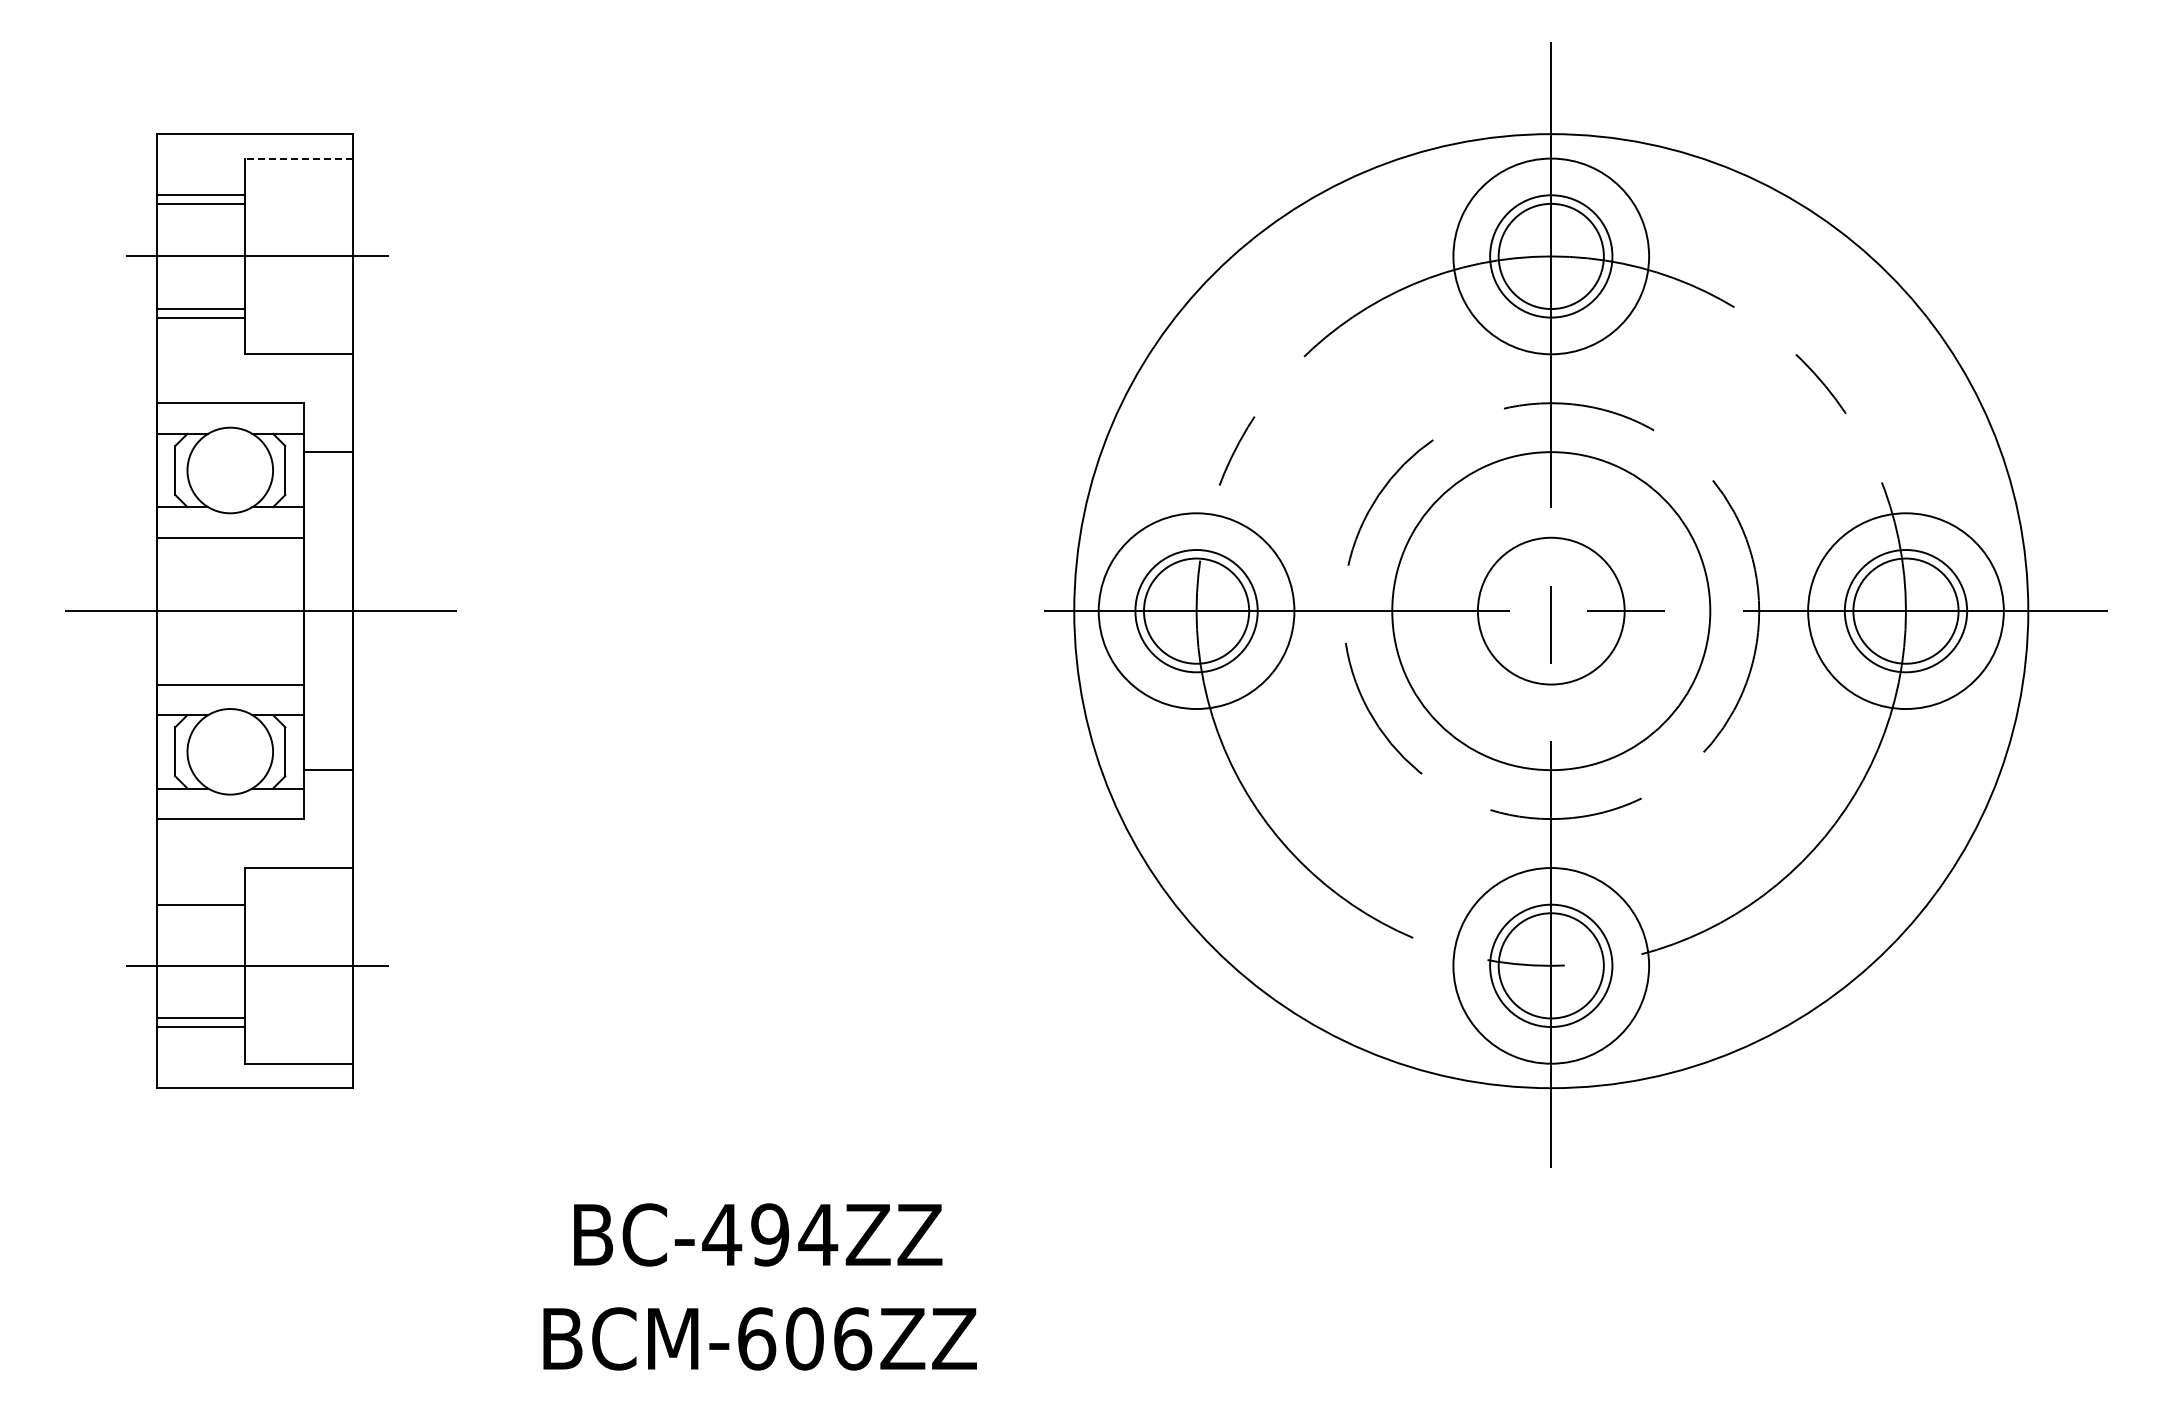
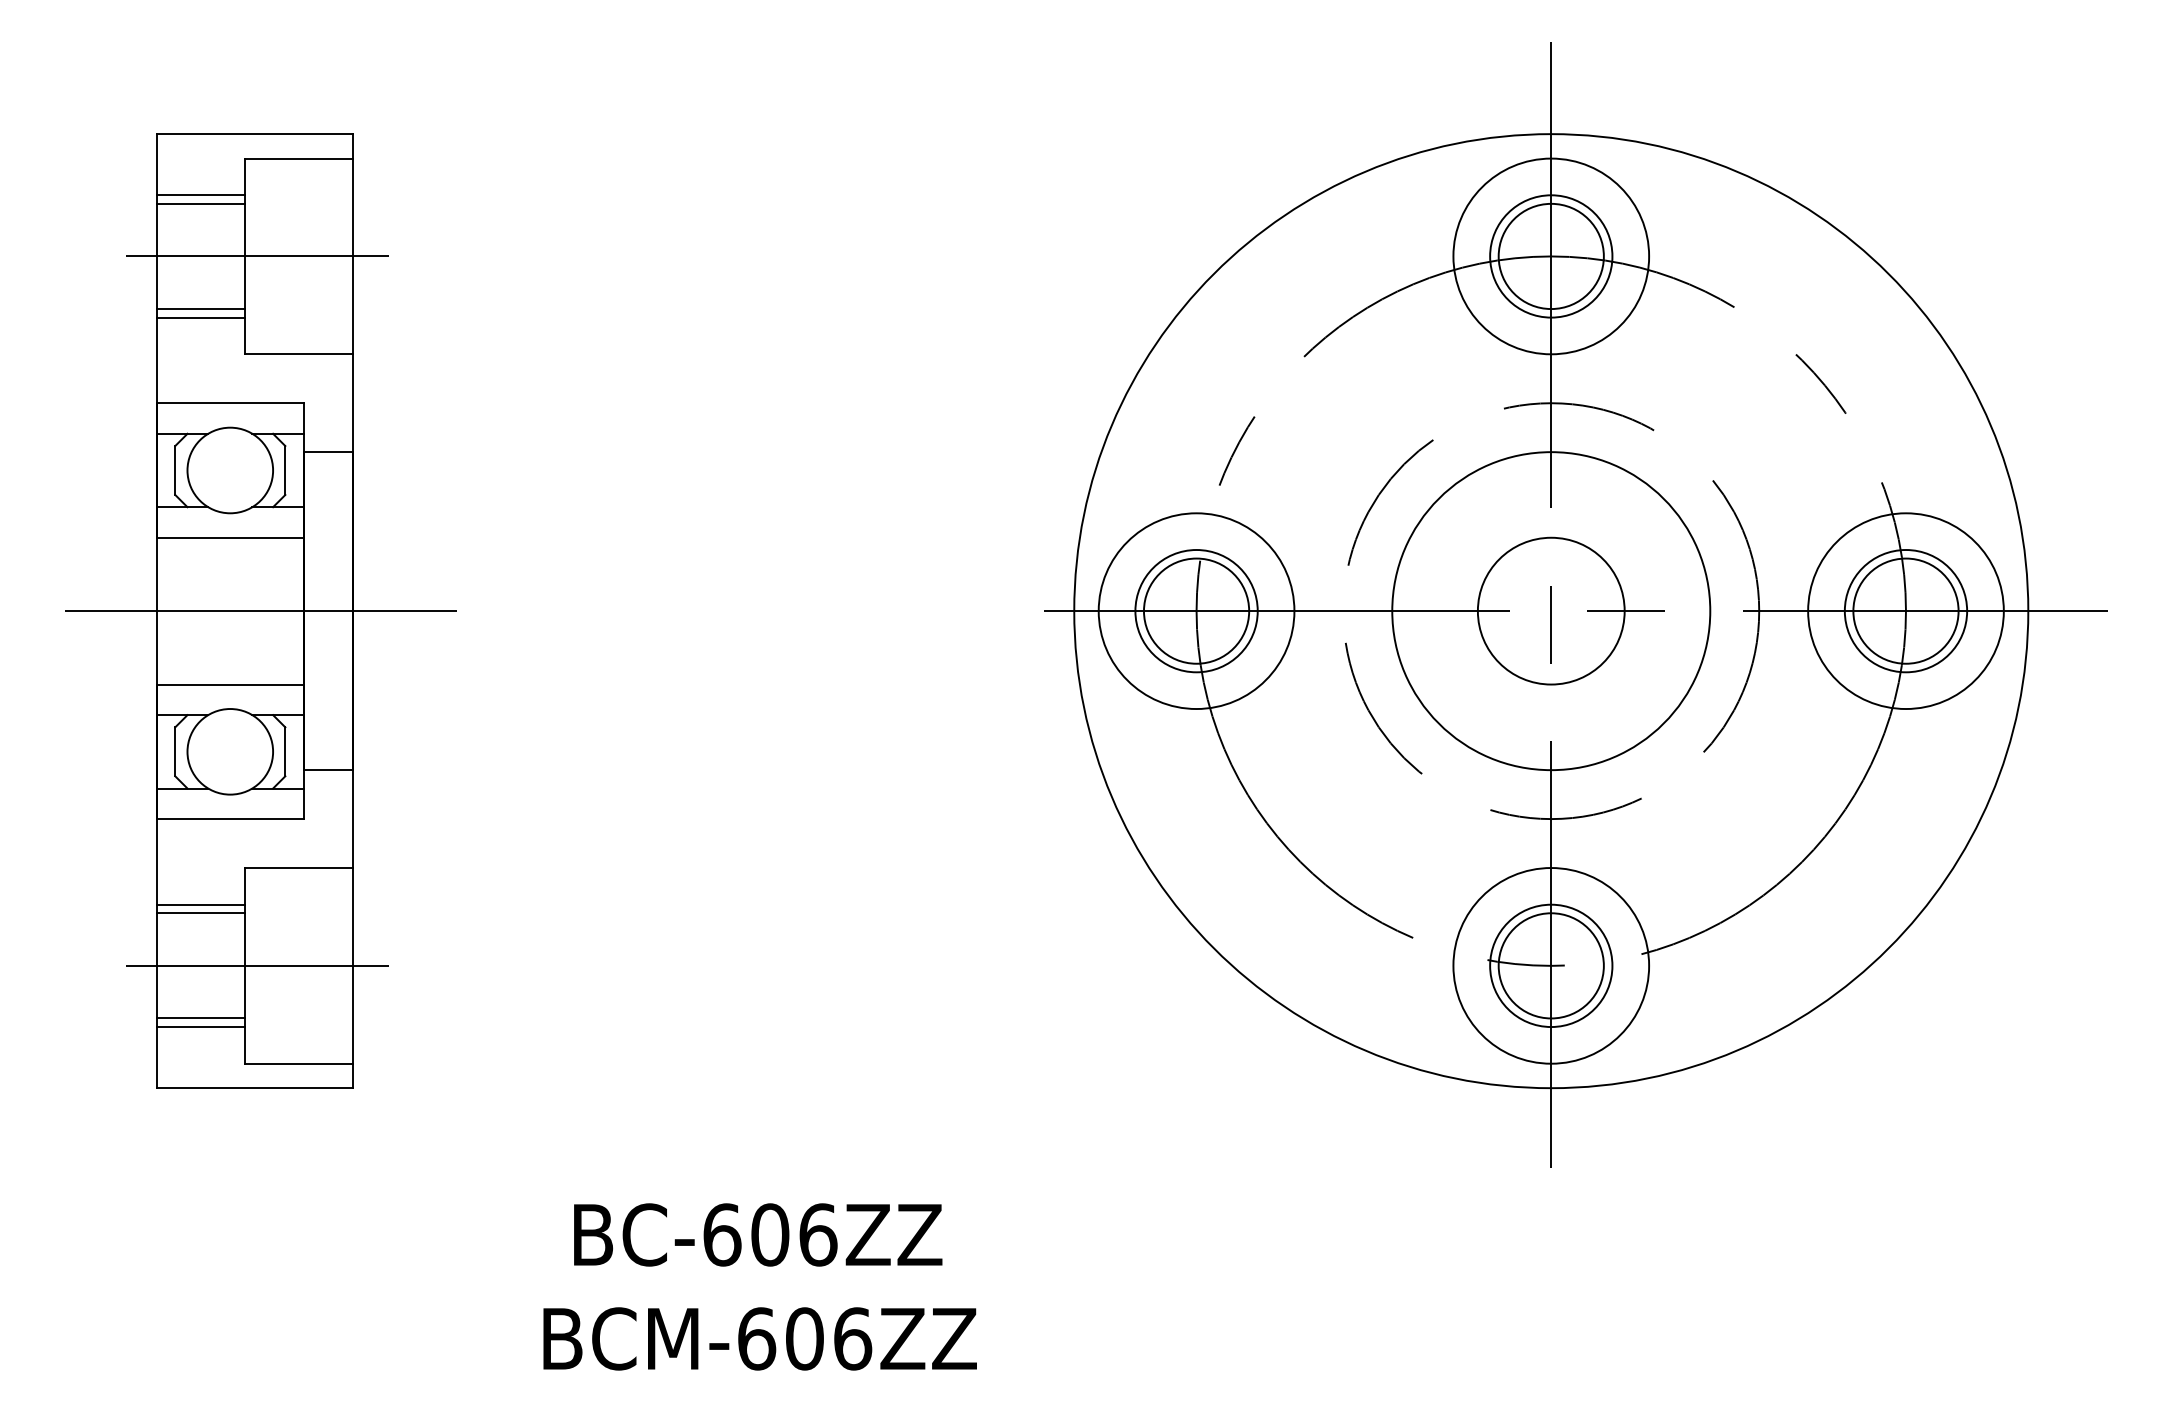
line at (298, 158): dashed -> solid
line at (200, 913): none -> present
text at (770, 1234): BC-494ZZ -> BC-606ZZ
